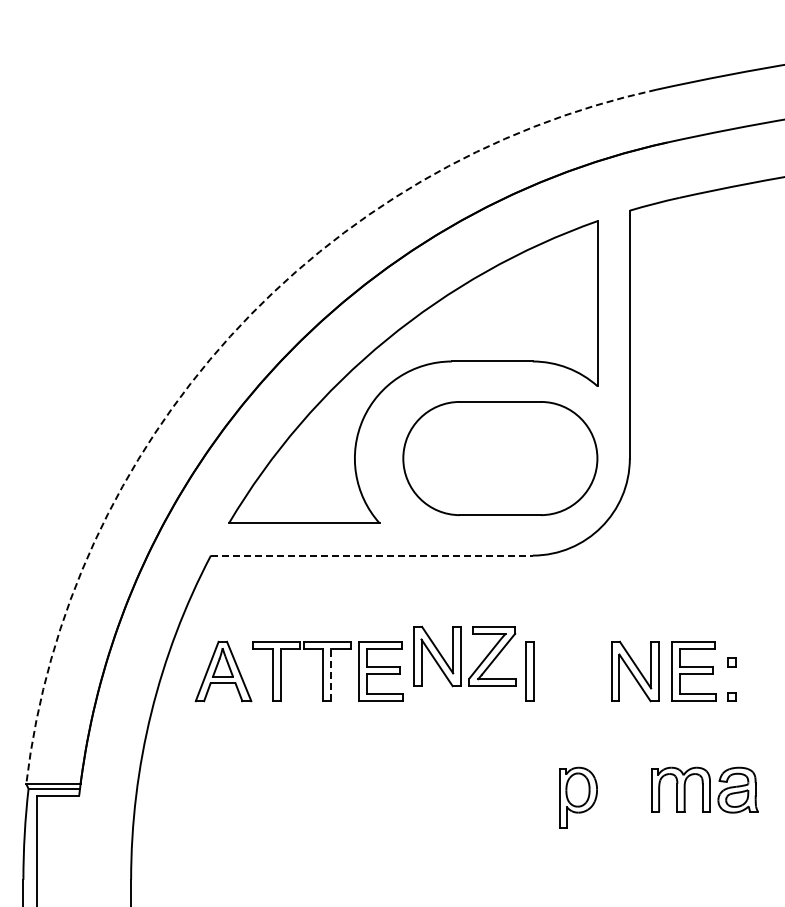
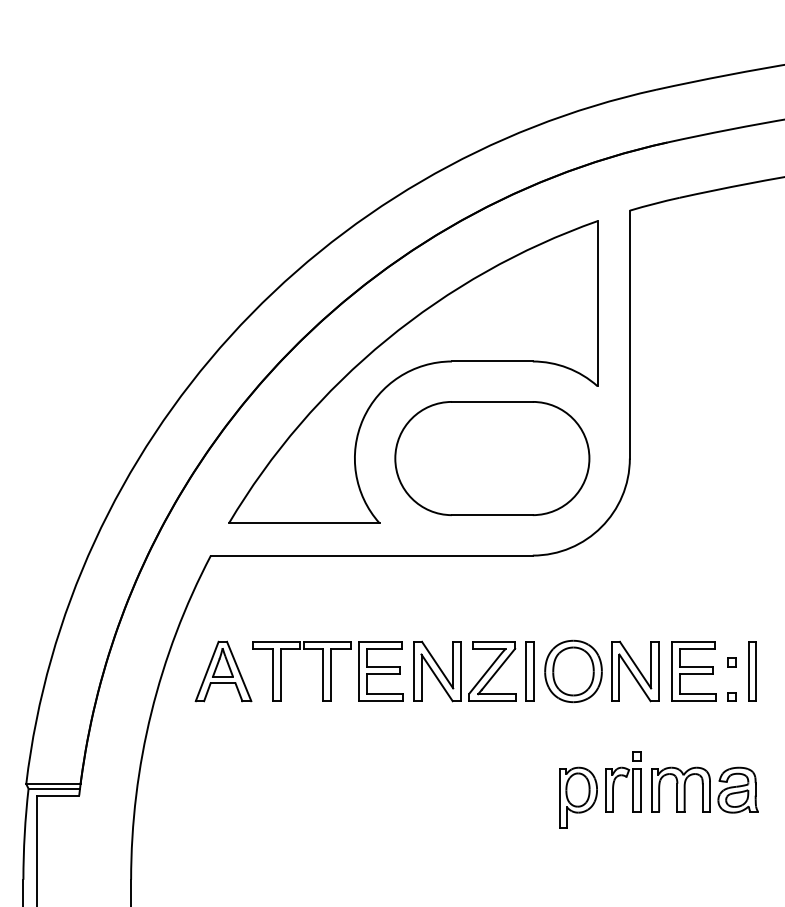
arc at (230, 336): dashed -> solid
part at (500, 458) position: (500, 458) -> (492, 458)
line at (371, 555): dashed -> solid
part at (464, 656) position: (464, 656) -> (464, 671)
part at (573, 671): none -> present
part at (752, 671): none -> present
line at (331, 674): dashed -> solid
part at (623, 781): none -> present
